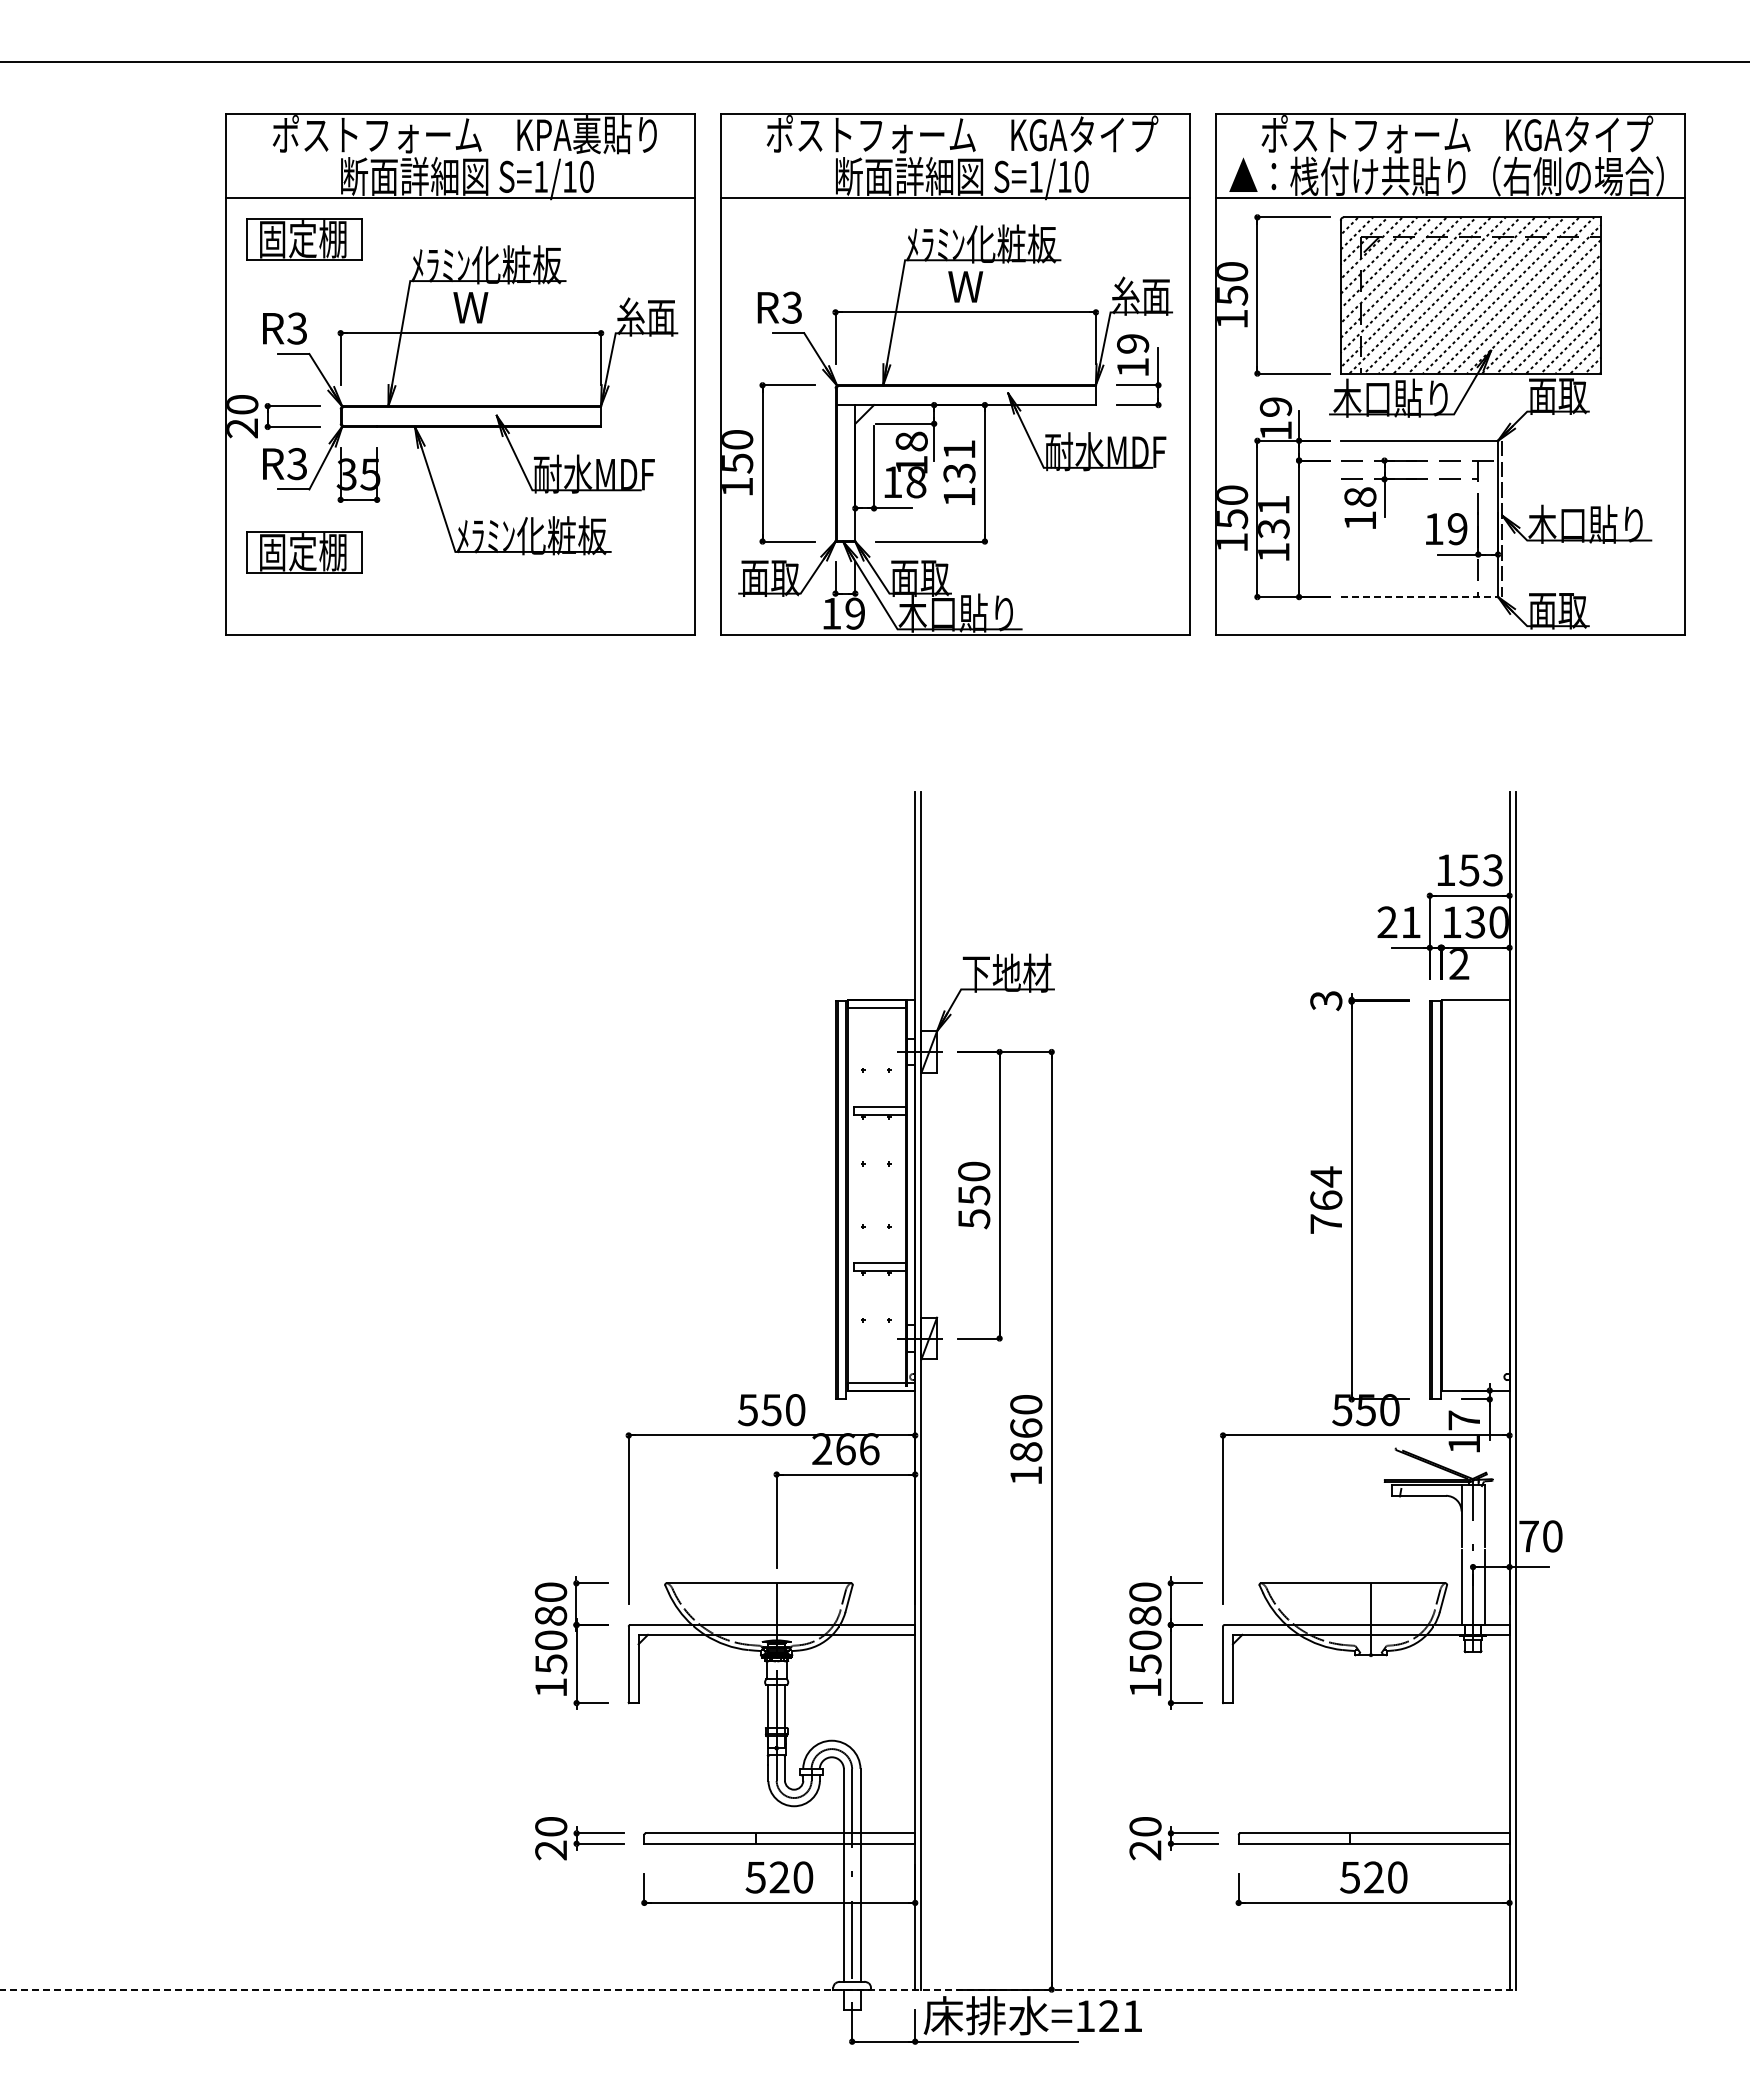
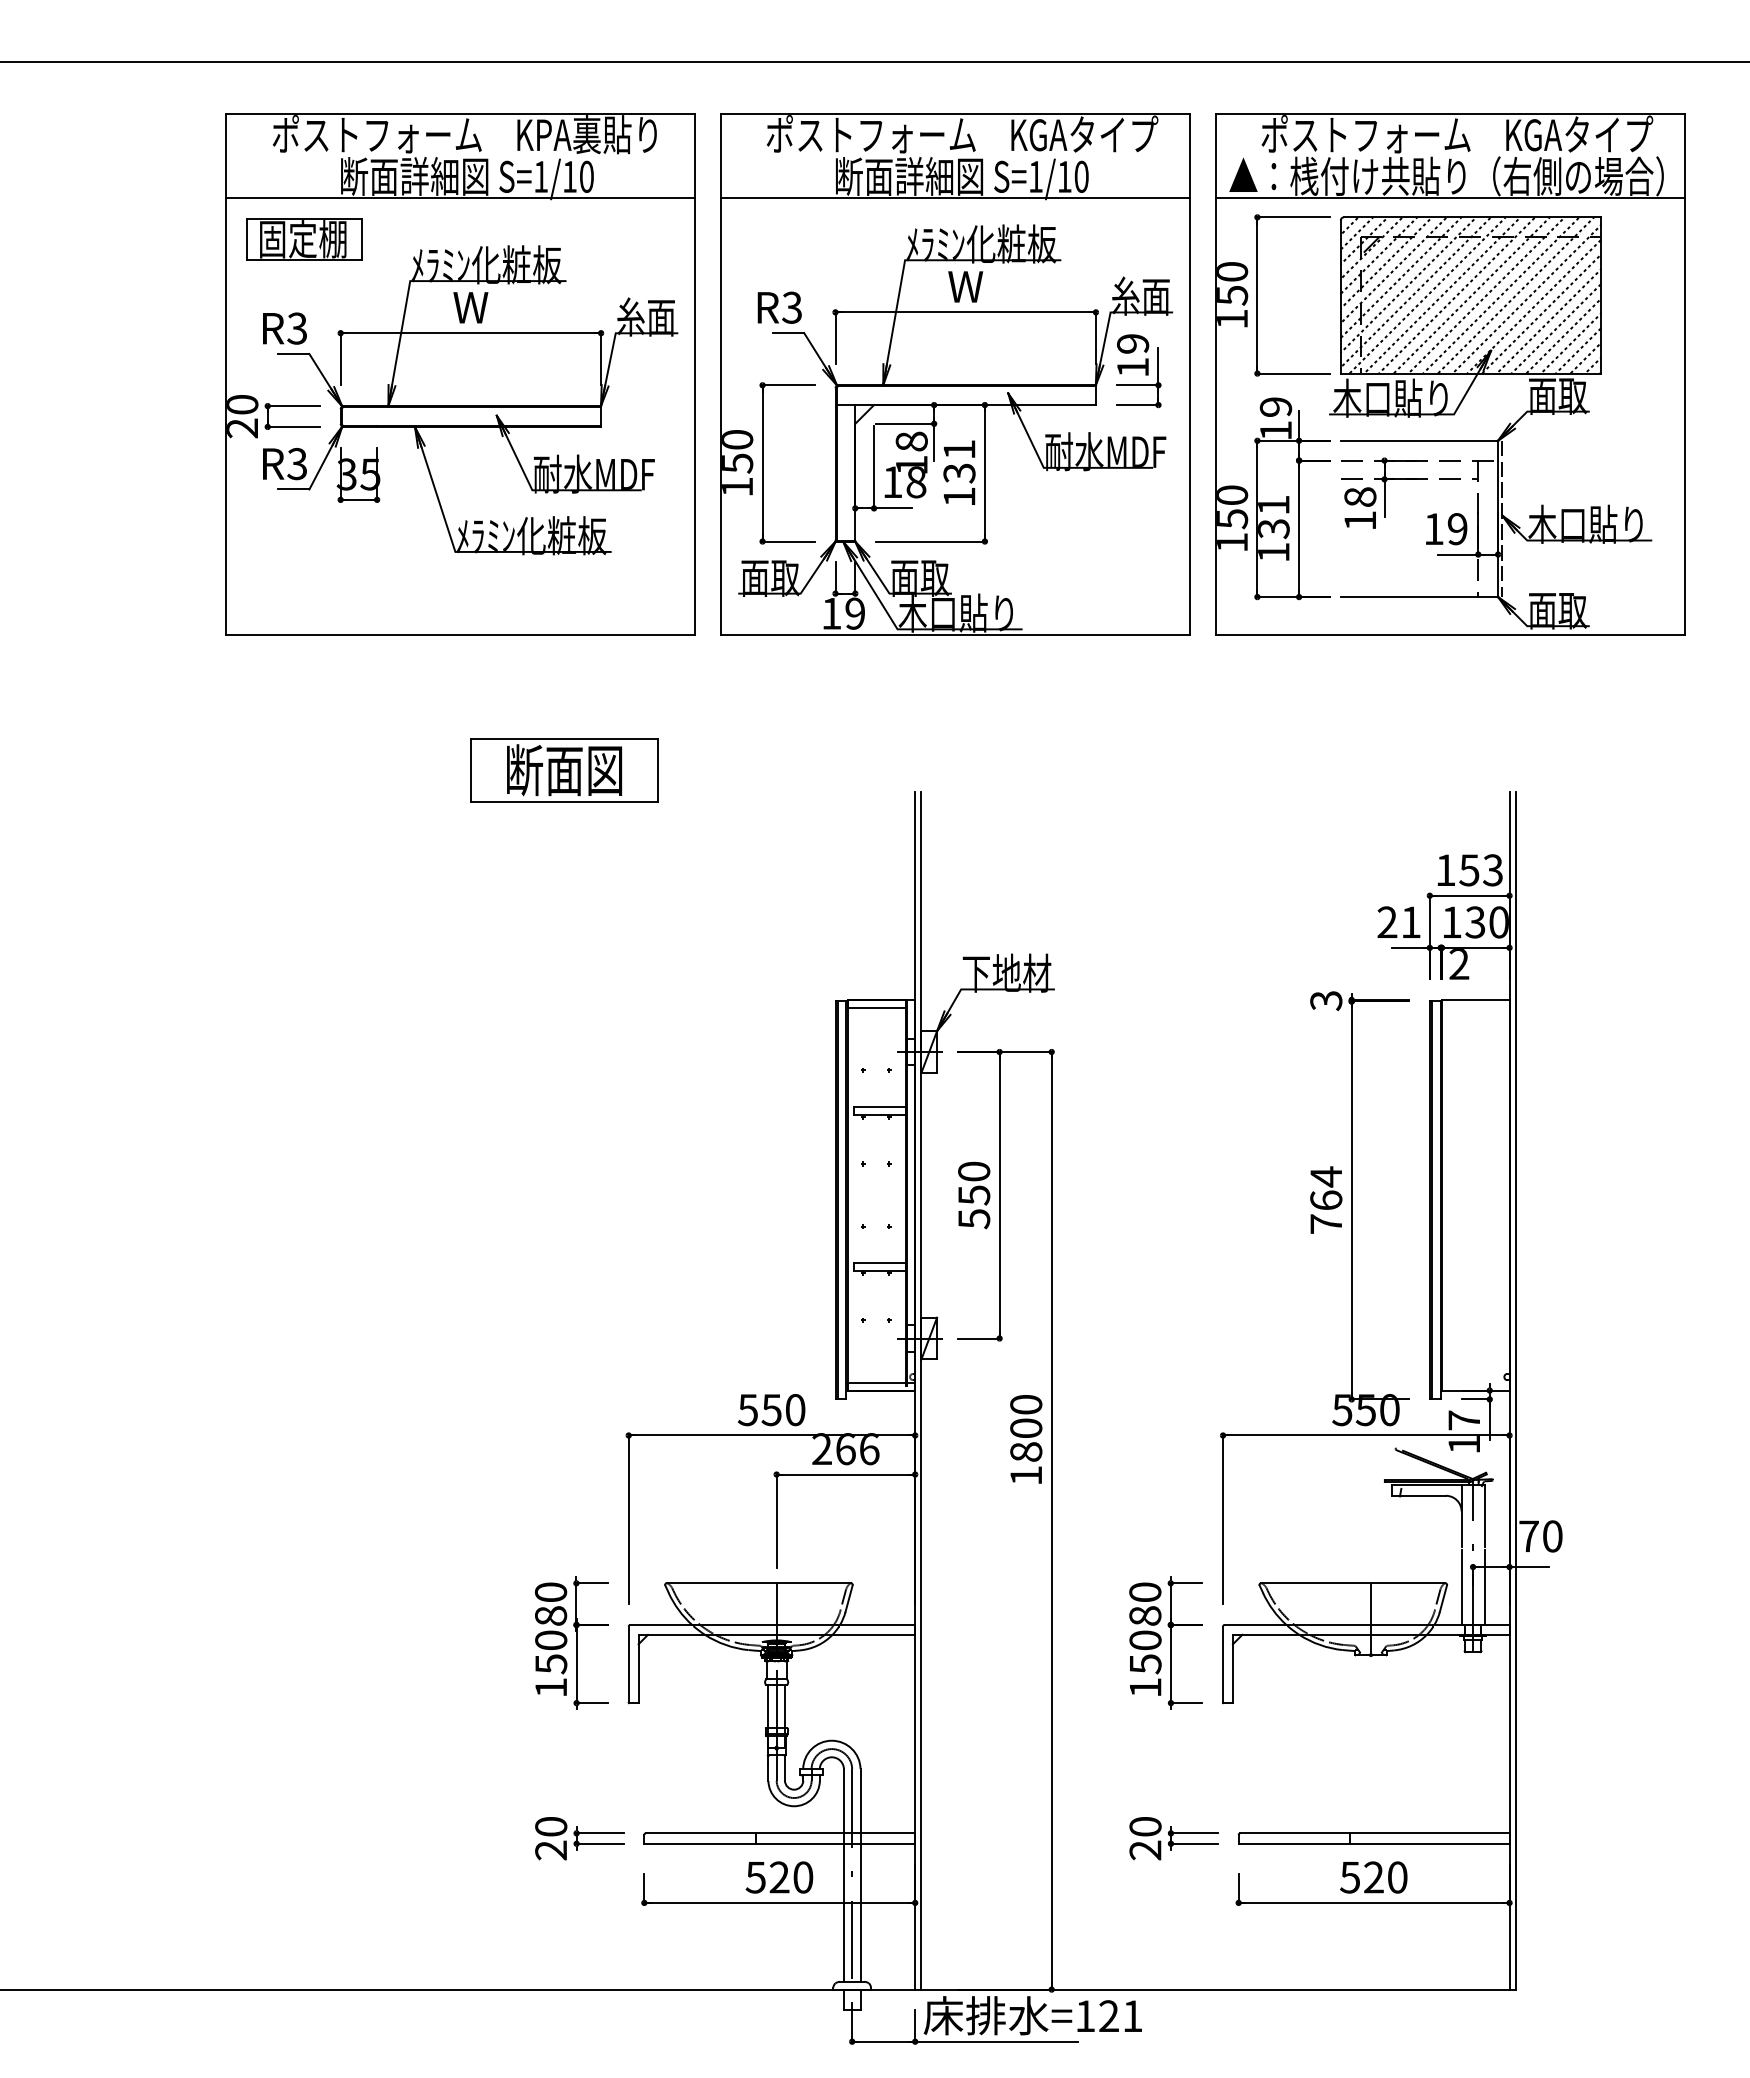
part at (304, 552): present -> none
line at (1419, 597): dashed -> solid
part at (564, 770): none -> present
text at (1026, 1427): 1860 -> 1800
line at (758, 1989): dashed -> solid
